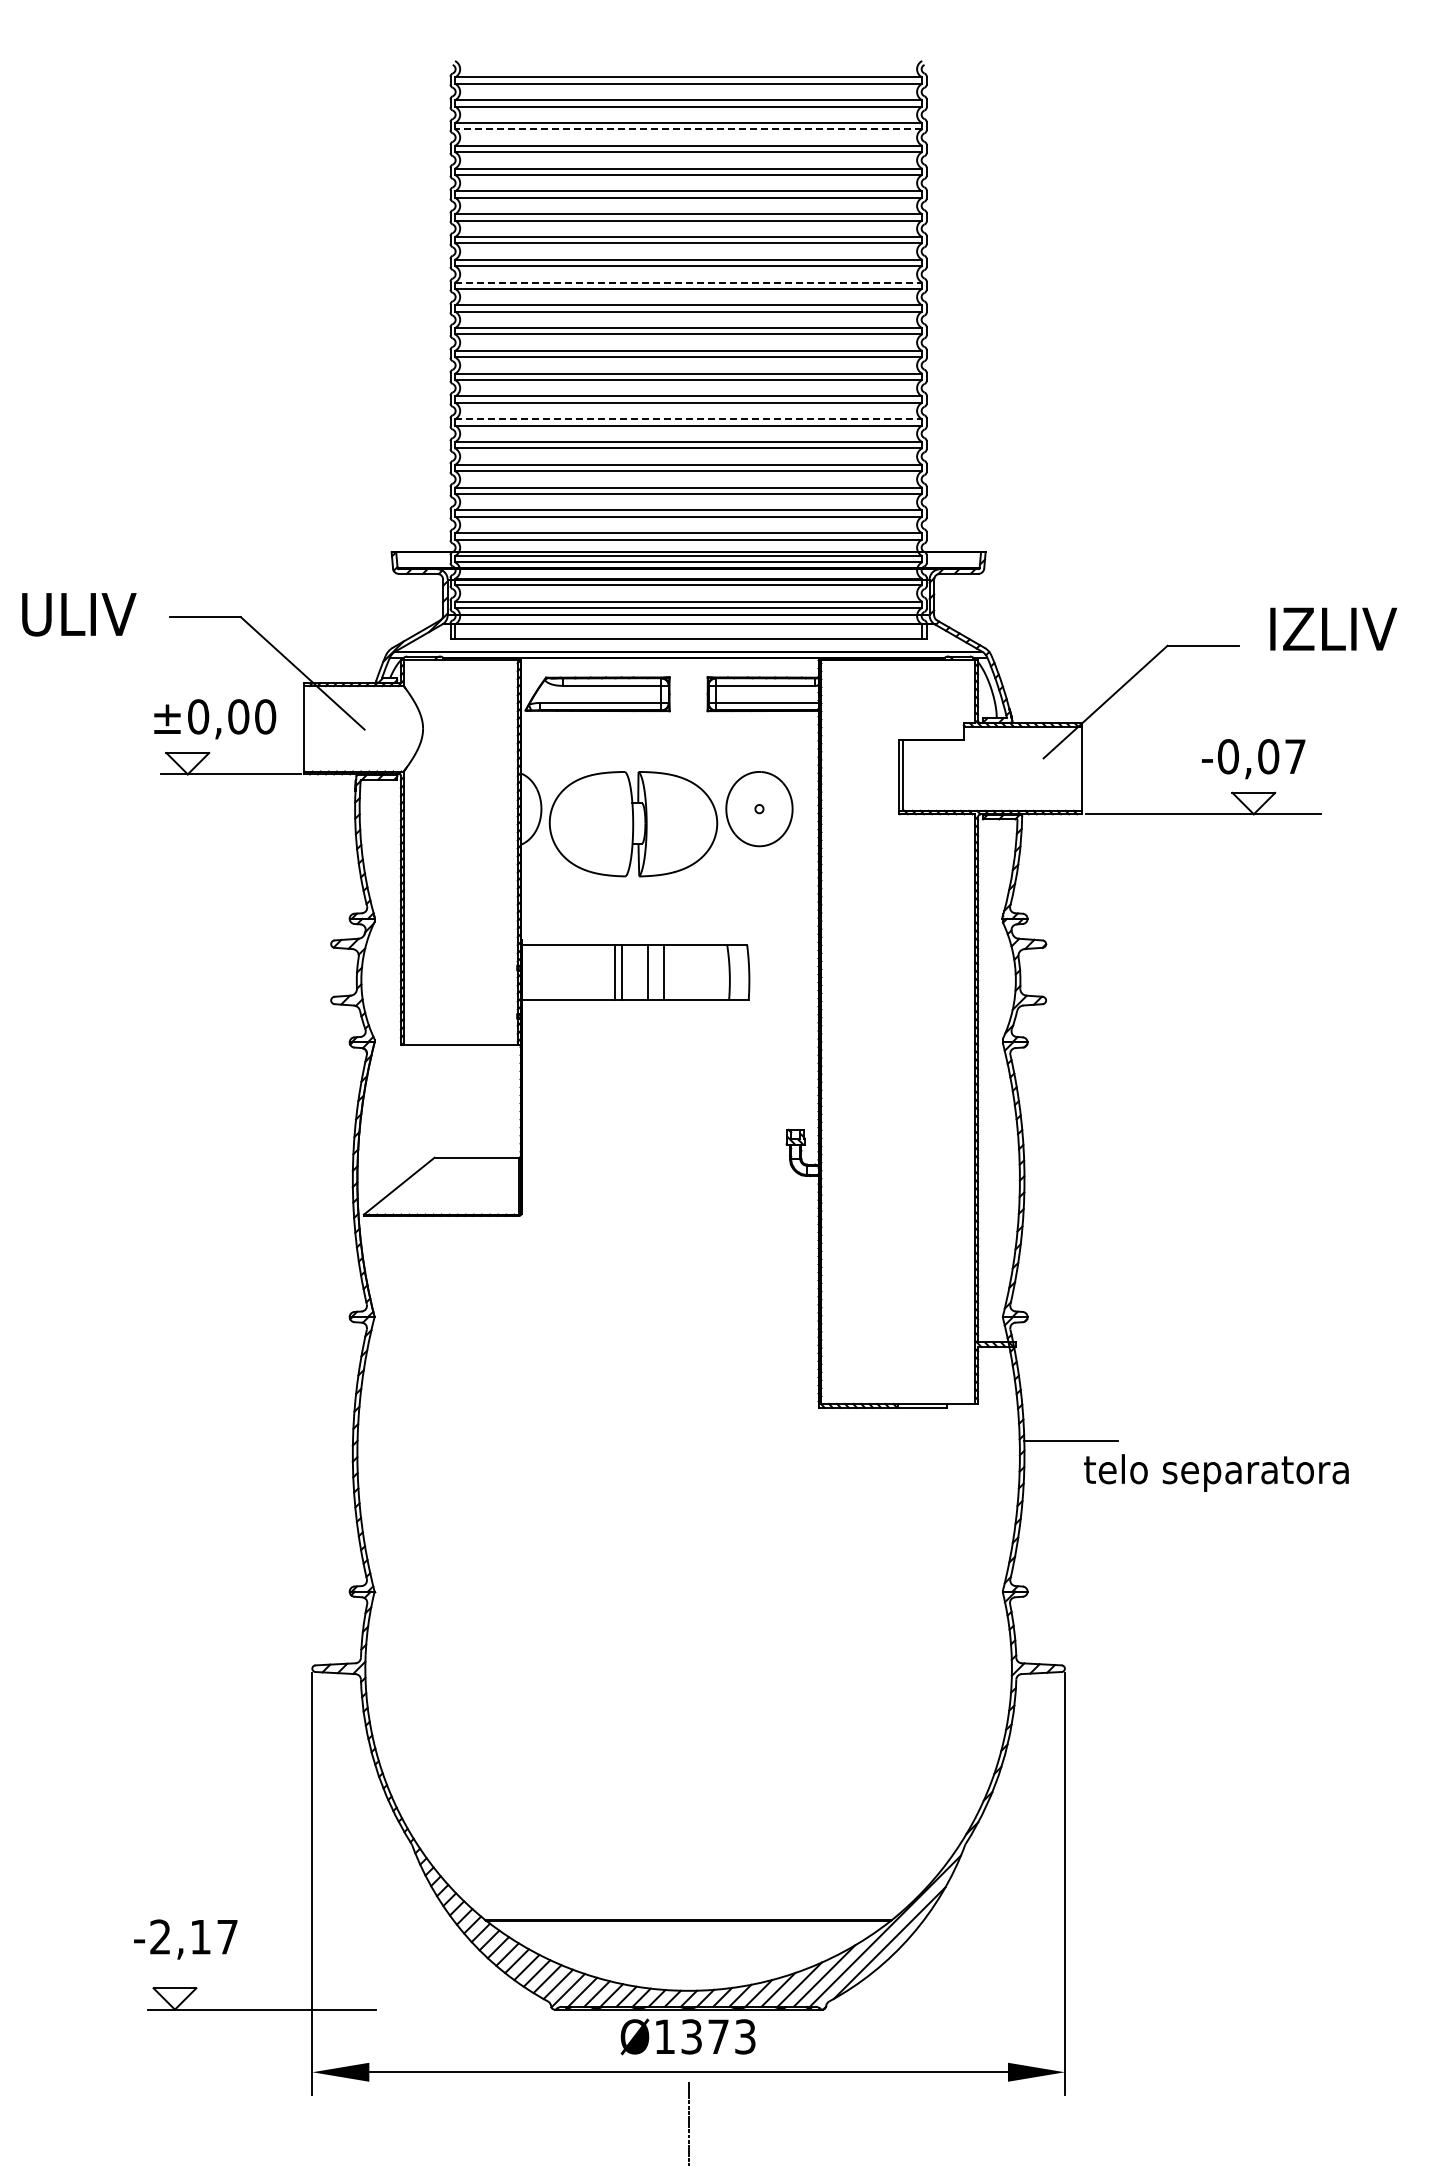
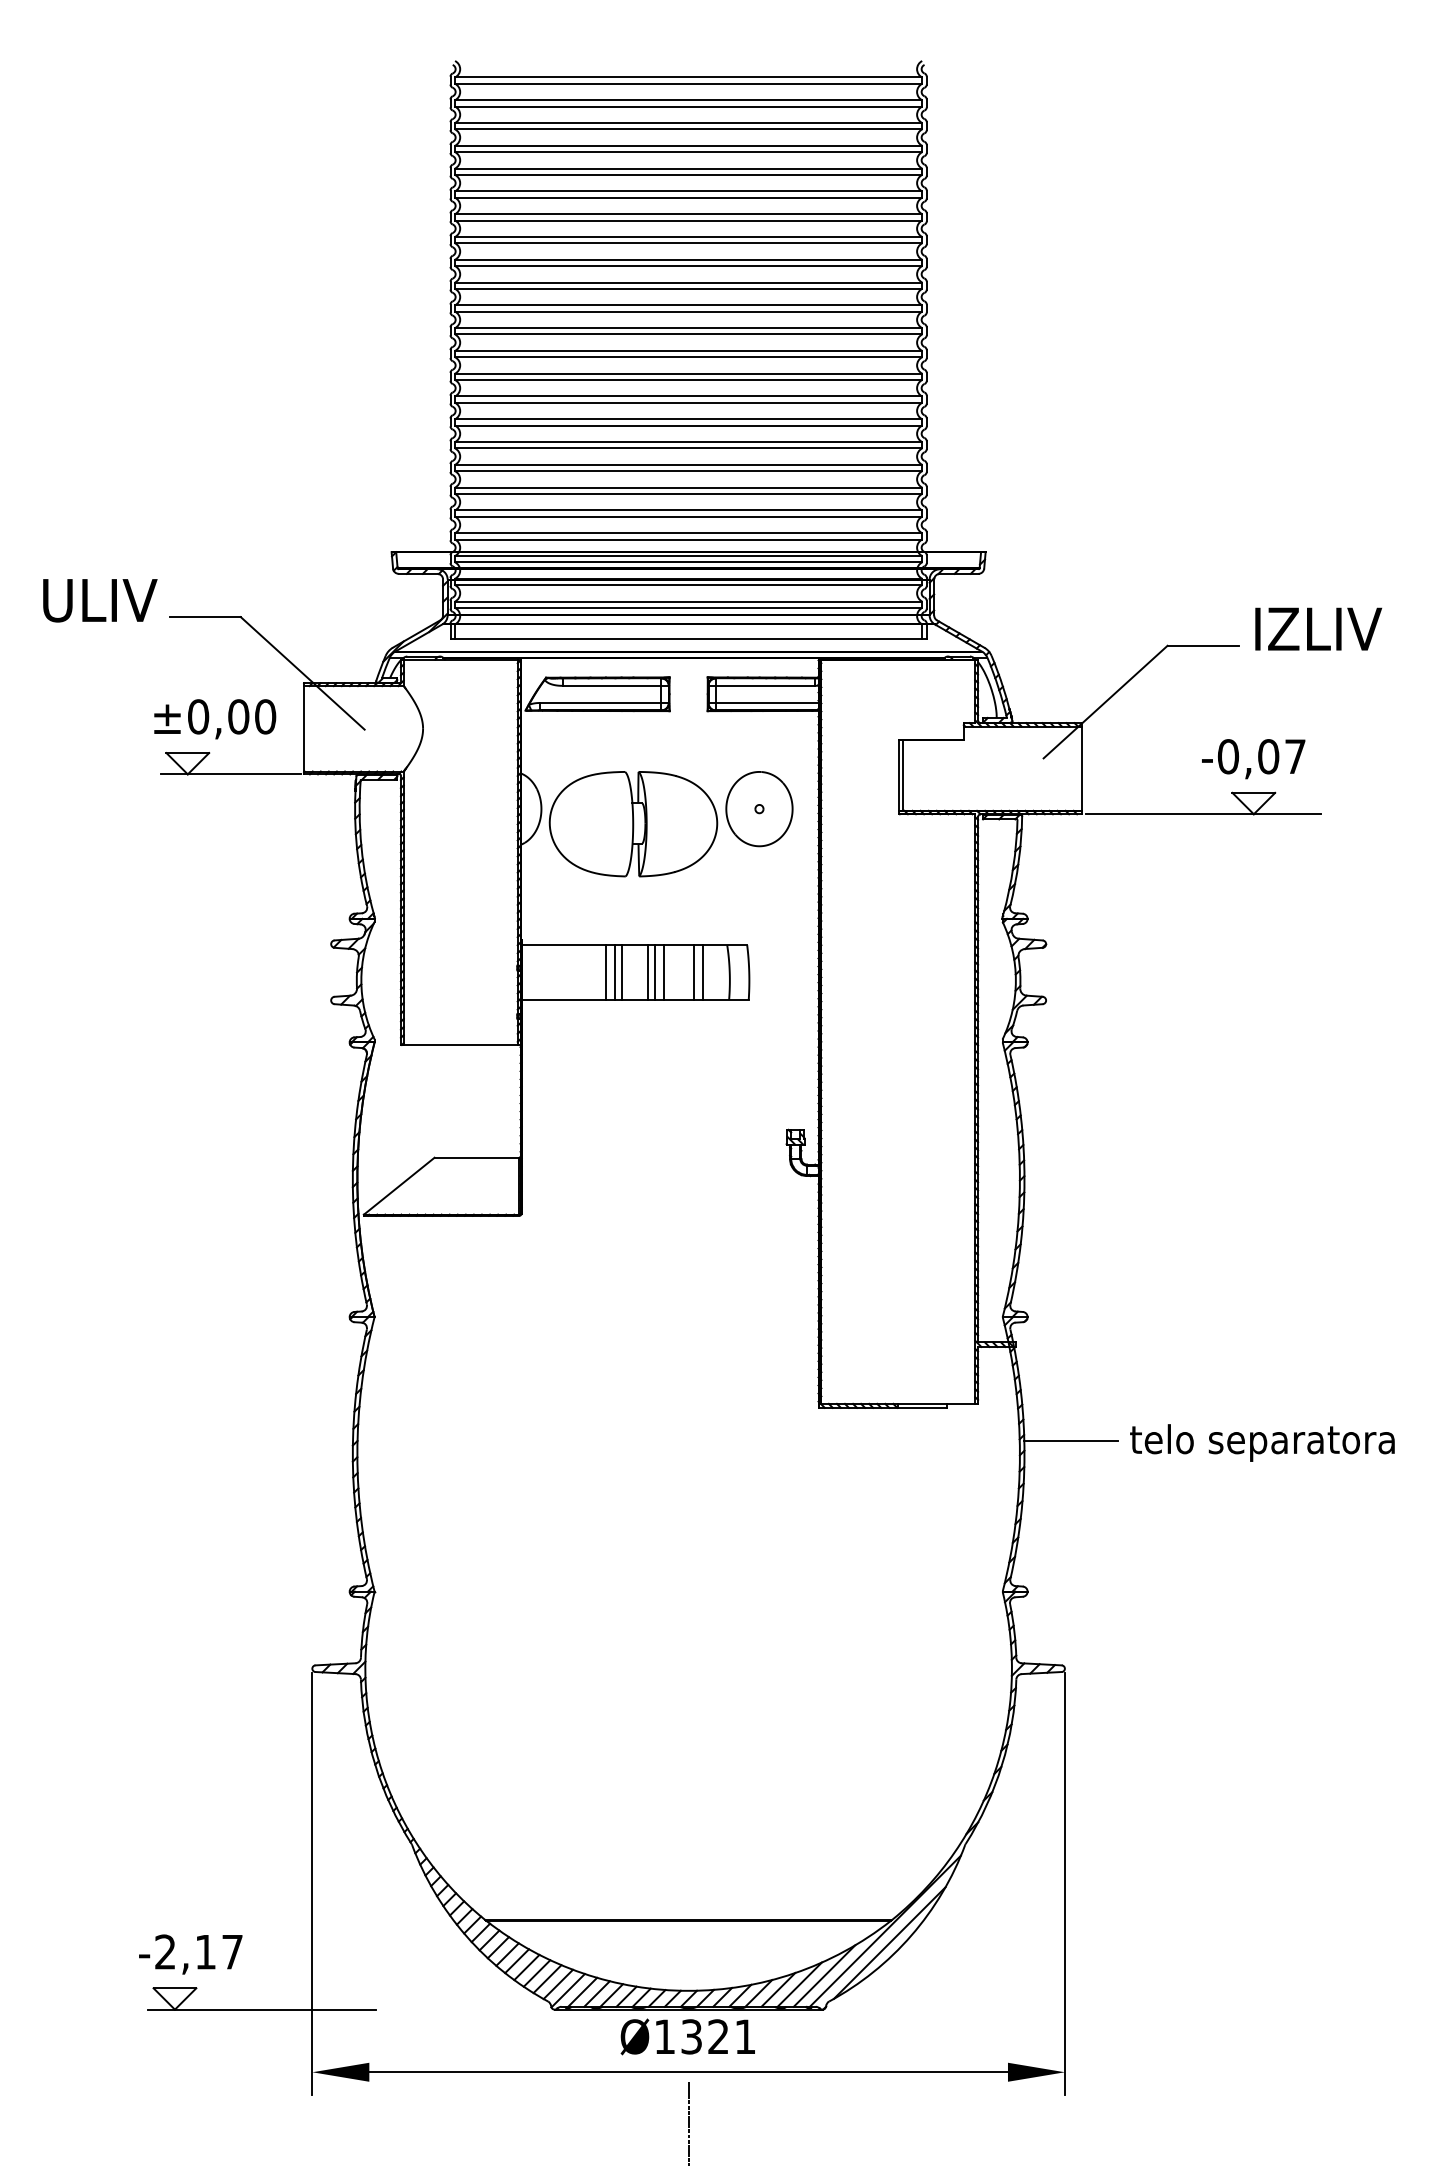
line at (688, 129): dashed -> solid
line at (688, 282): dashed -> solid
line at (688, 419): dashed -> solid
text at (79, 614) position: (79, 614) -> (100, 600)
text at (1333, 628) position: (1333, 628) -> (1318, 628)
line at (606, 972): none -> present
line at (654, 972): none -> present
line at (694, 972): none -> present
line at (702, 972): none -> present
text at (1216, 1472) position: (1216, 1472) -> (1262, 1442)
text at (185, 1939) position: (185, 1939) -> (190, 1954)
text at (731, 2036): Ø1373 -> Ø1321
